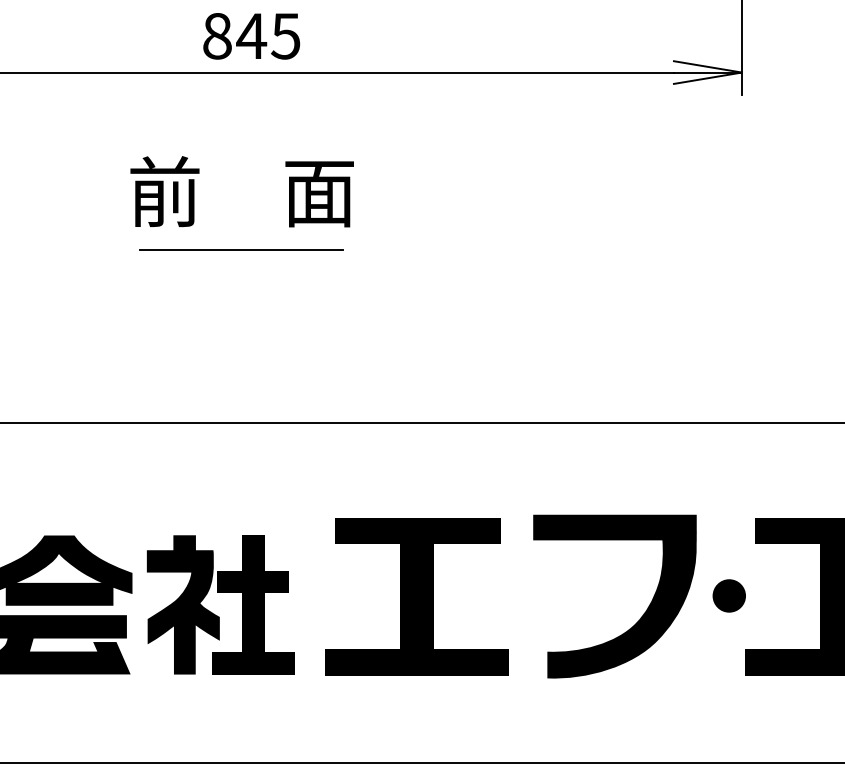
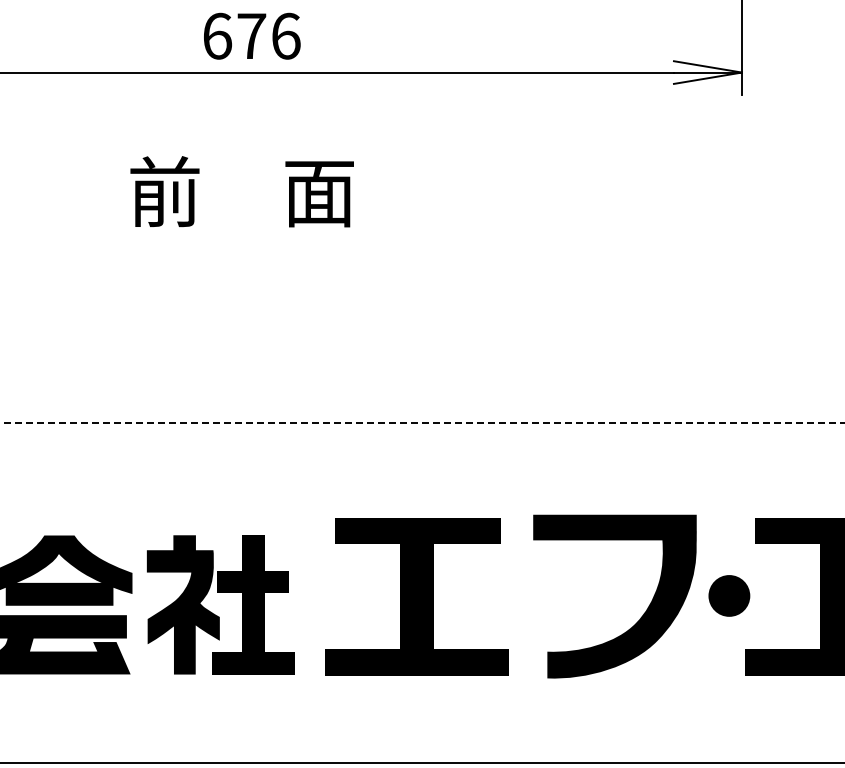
text at (251, 35): 845 -> 676
line at (240, 249): present -> none
line at (422, 422): solid -> dashed
part at (728, 595) size: 34x34 px -> 43x42 px
